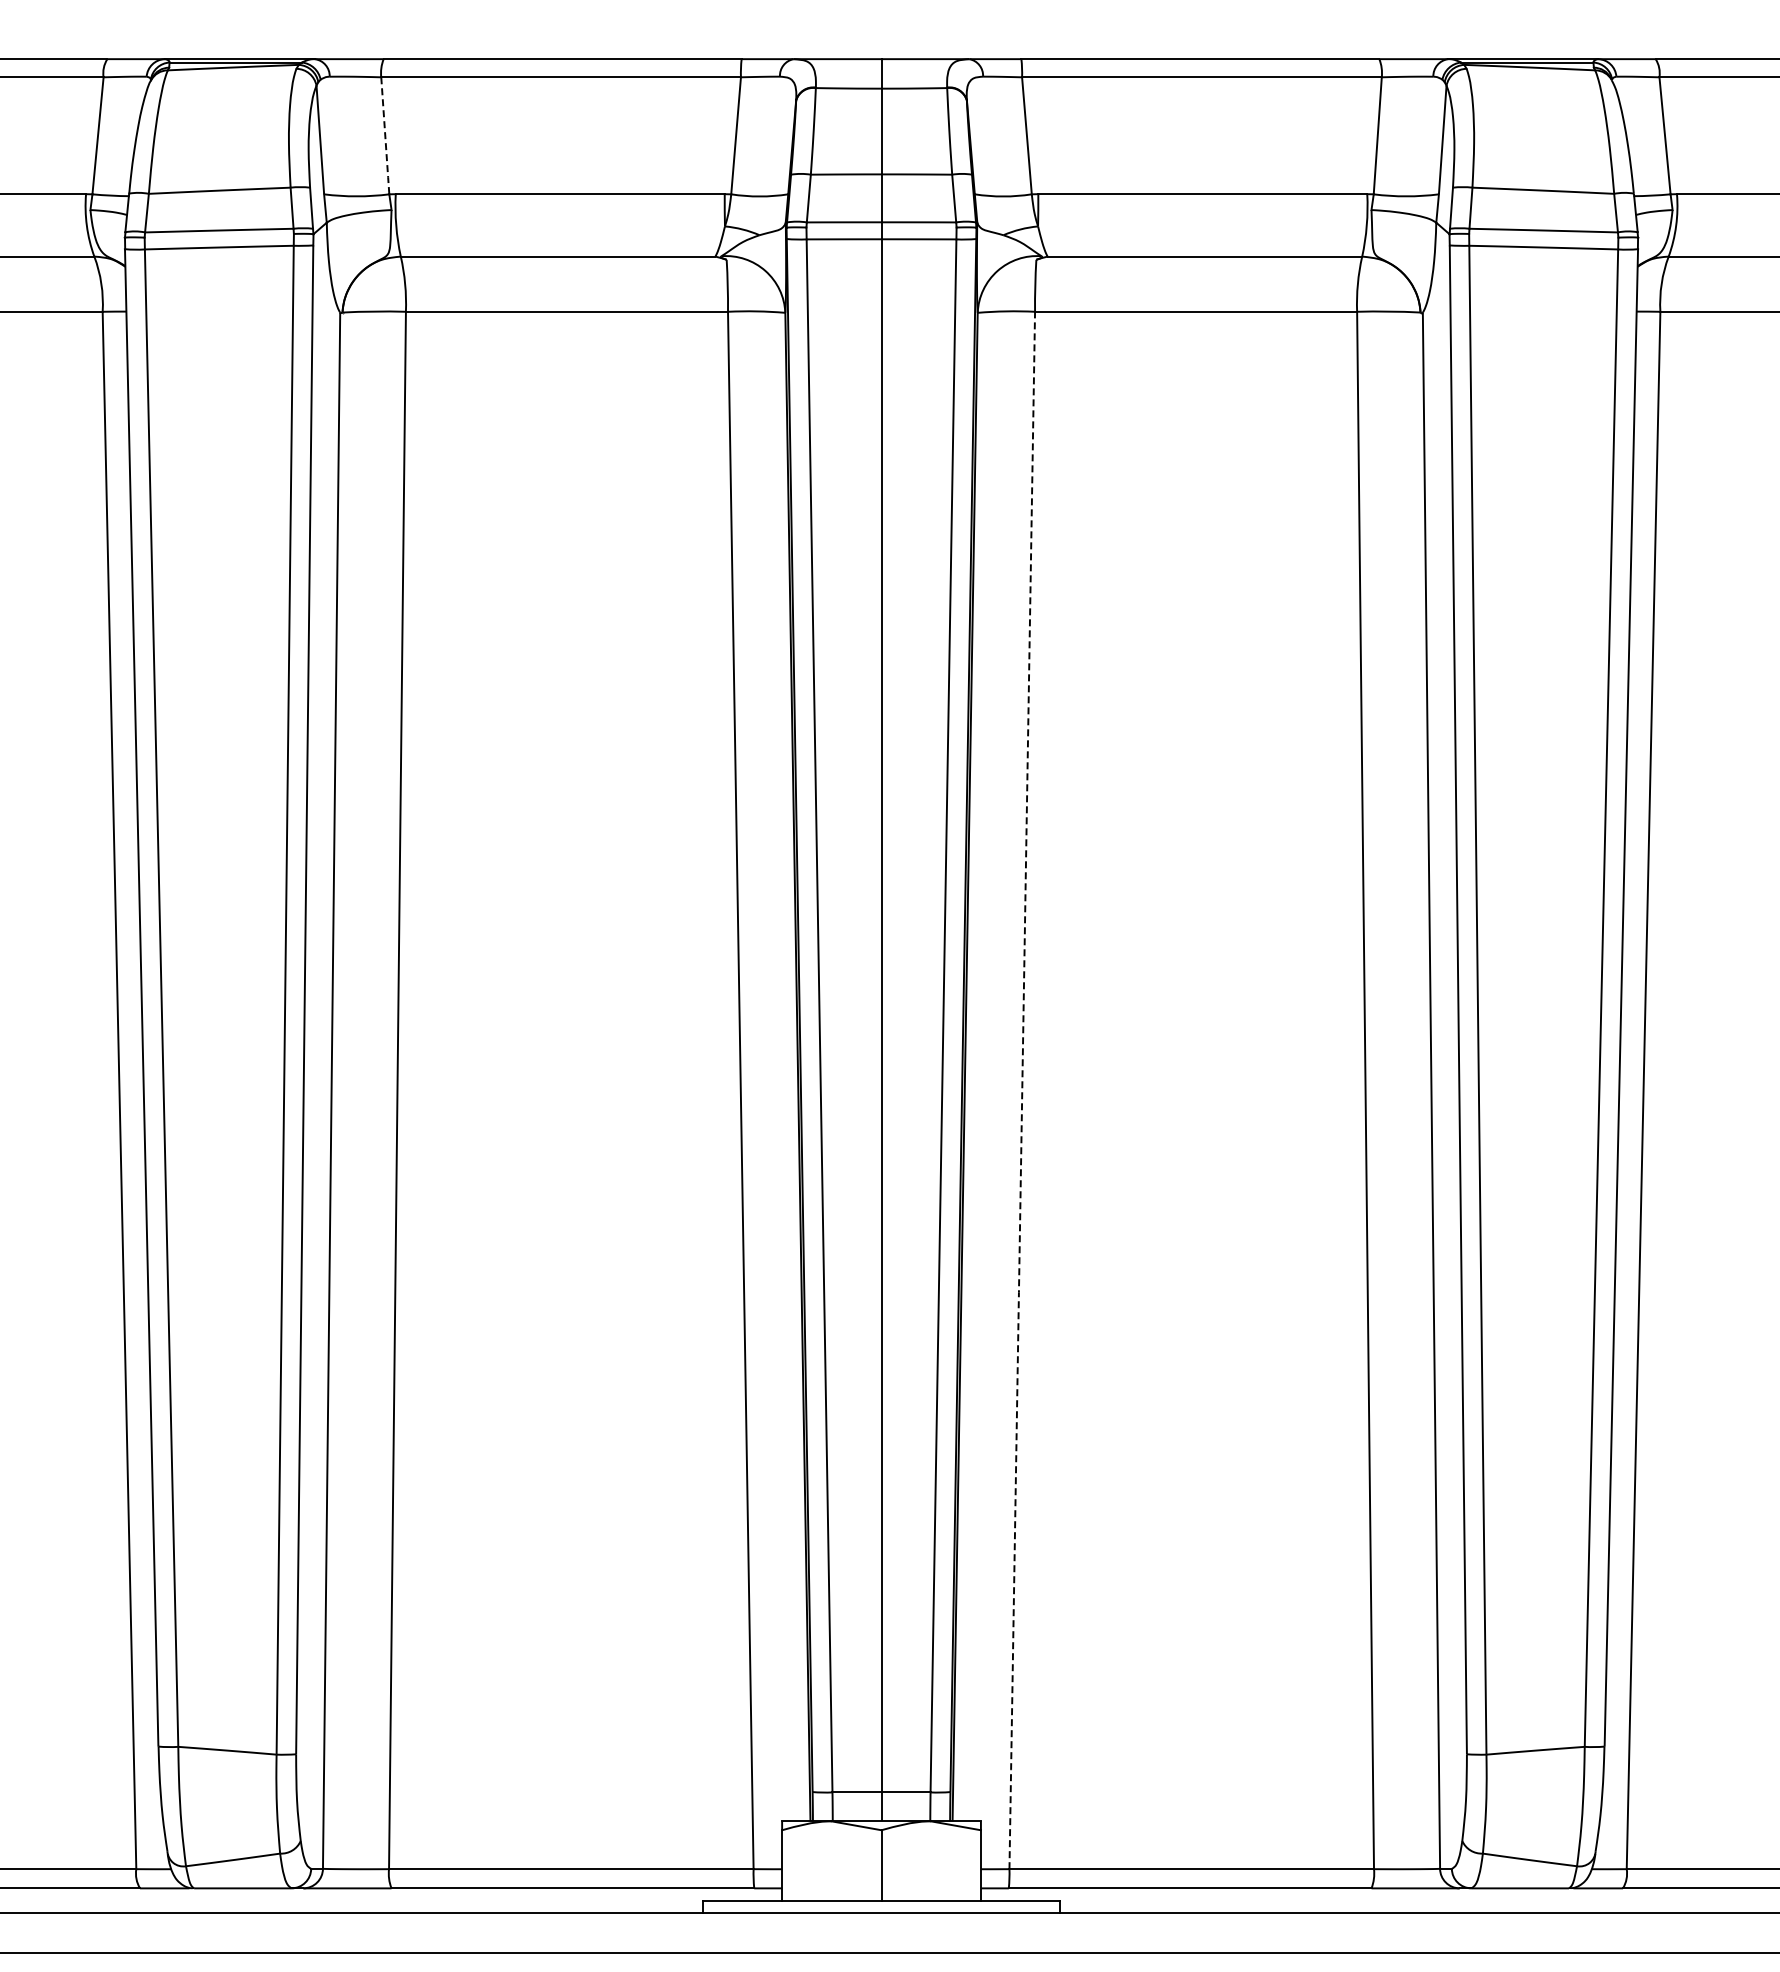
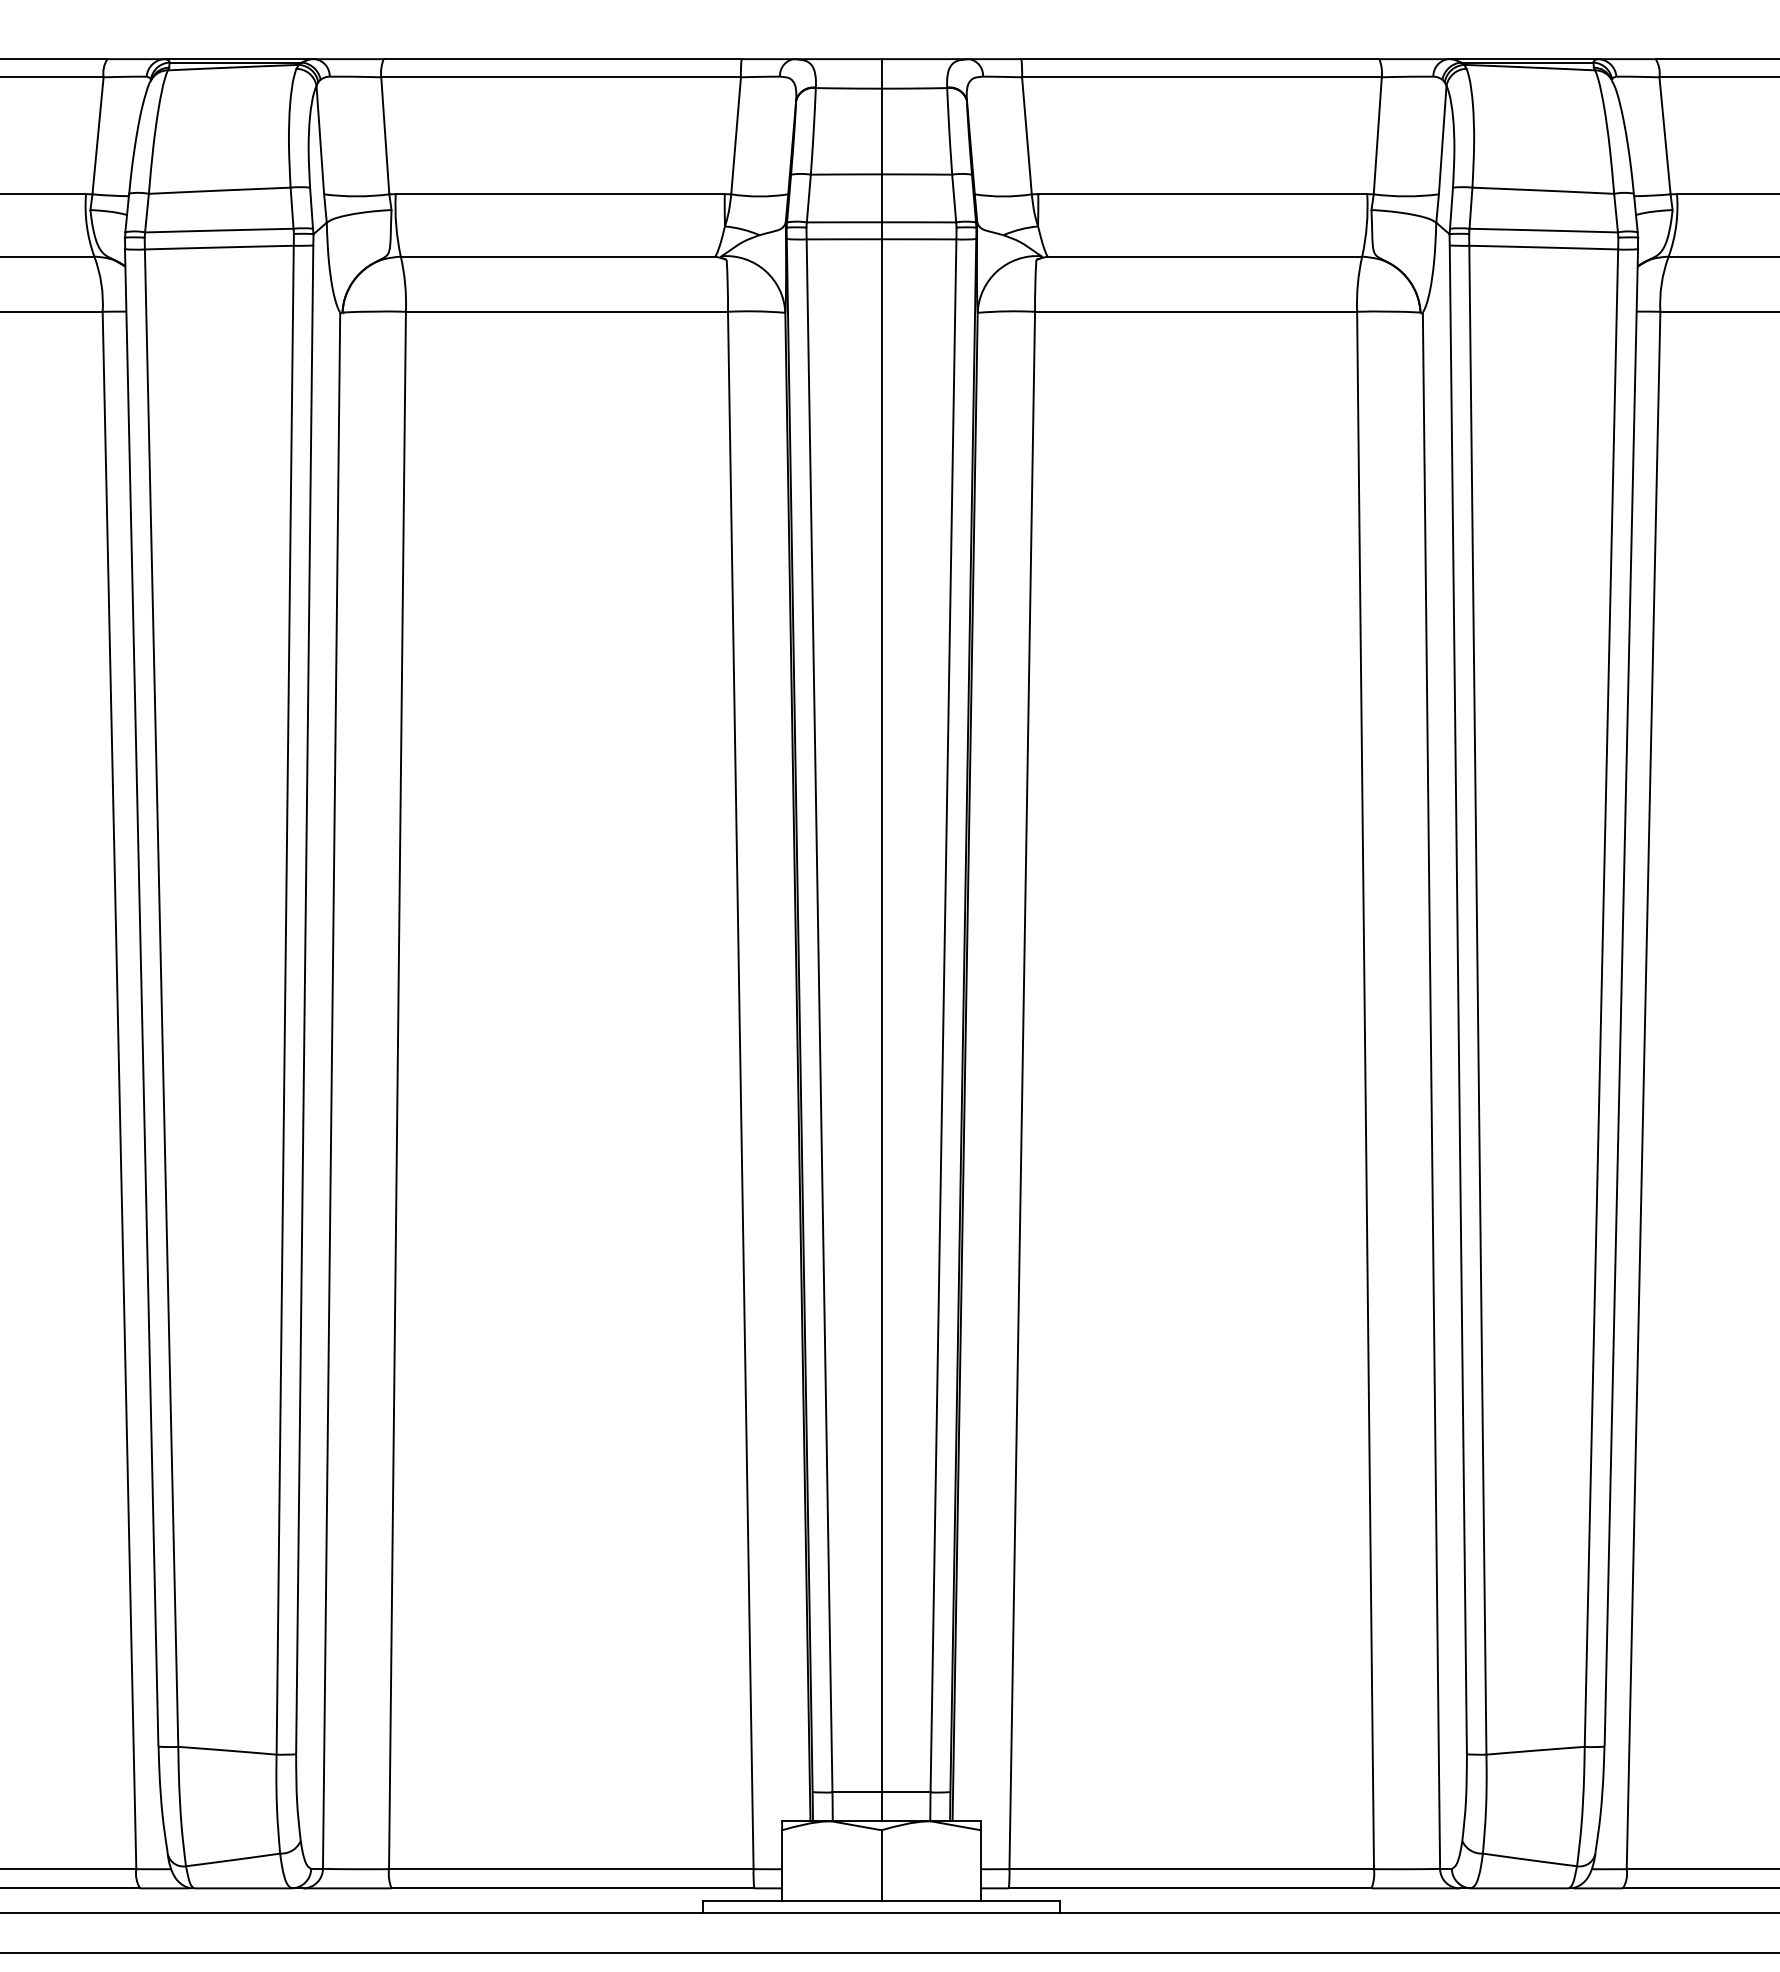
line at (385, 136): dashed -> solid
line at (1022, 1091): dashed -> solid
